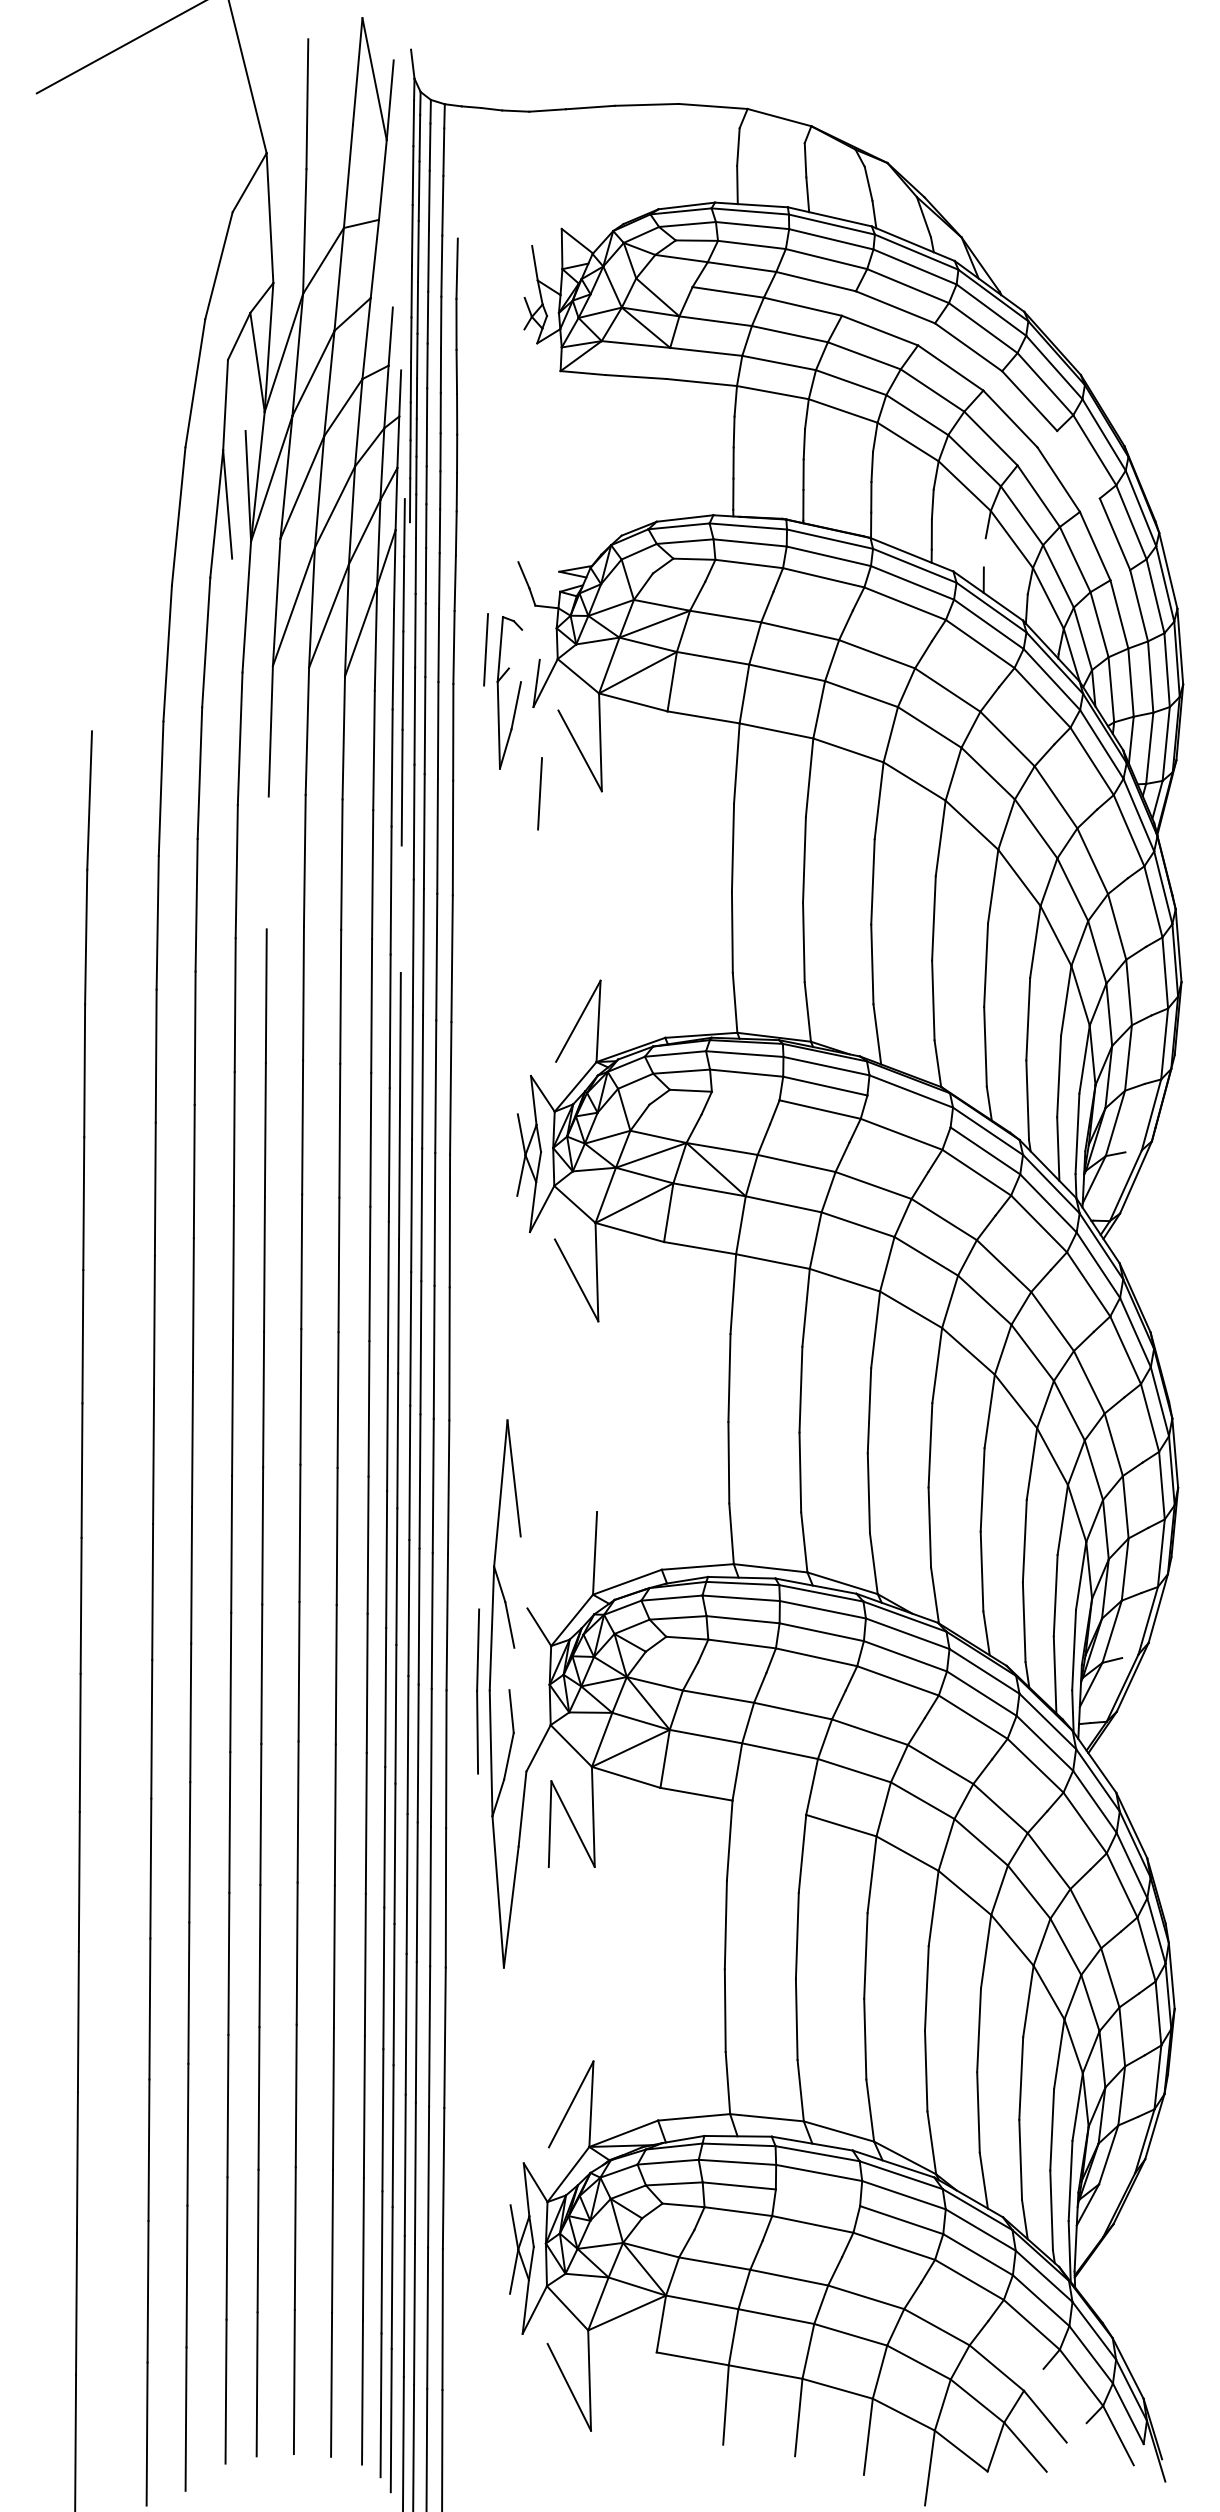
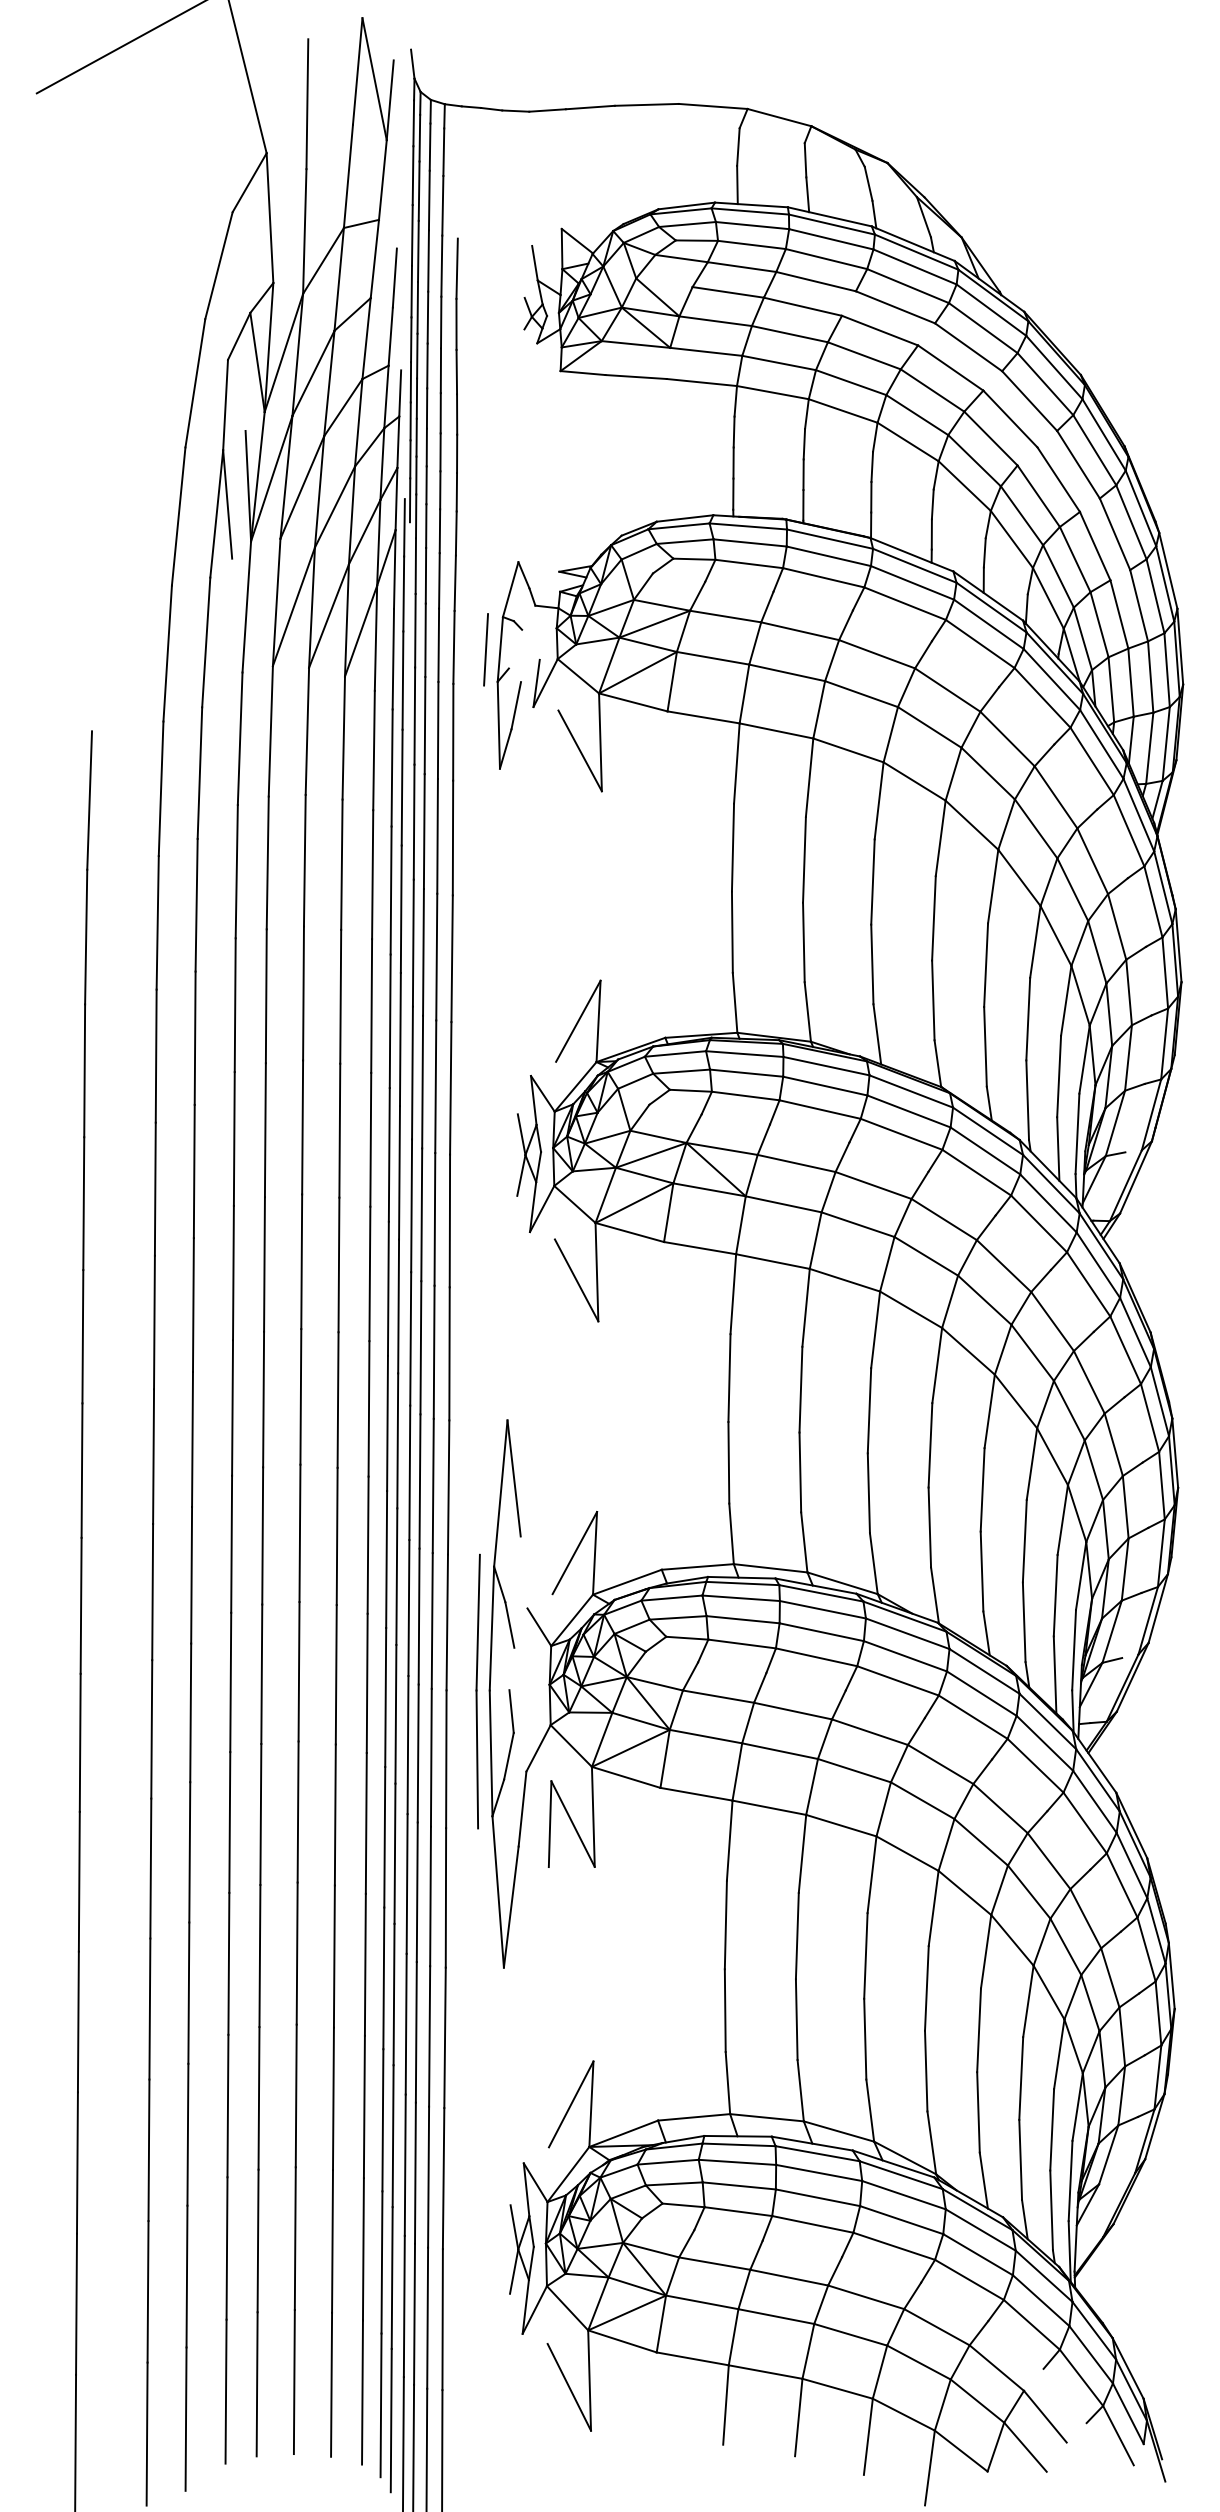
line at (394, 277): none -> present
line at (1078, 464): none -> present
line at (984, 552): none -> present
line at (510, 589): none -> present
line at (539, 793): present -> none
line at (267, 862): none -> present
line at (400, 908): none -> present
line at (745, 1095): none -> present
line at (908, 1111): none -> present
line at (574, 1552): none -> present
part at (477, 1691) size: 4x167 px -> 6x277 px
line at (769, 1807): none -> present
line at (817, 2197): none -> present
line at (622, 2341): none -> present
